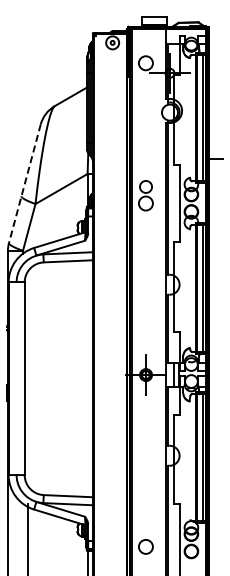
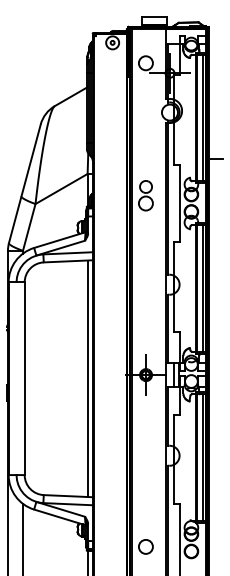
line at (24, 184): dashed -> solid
line at (87, 378): none -> present
line at (28, 537) position: (28, 537) -> (23, 537)
